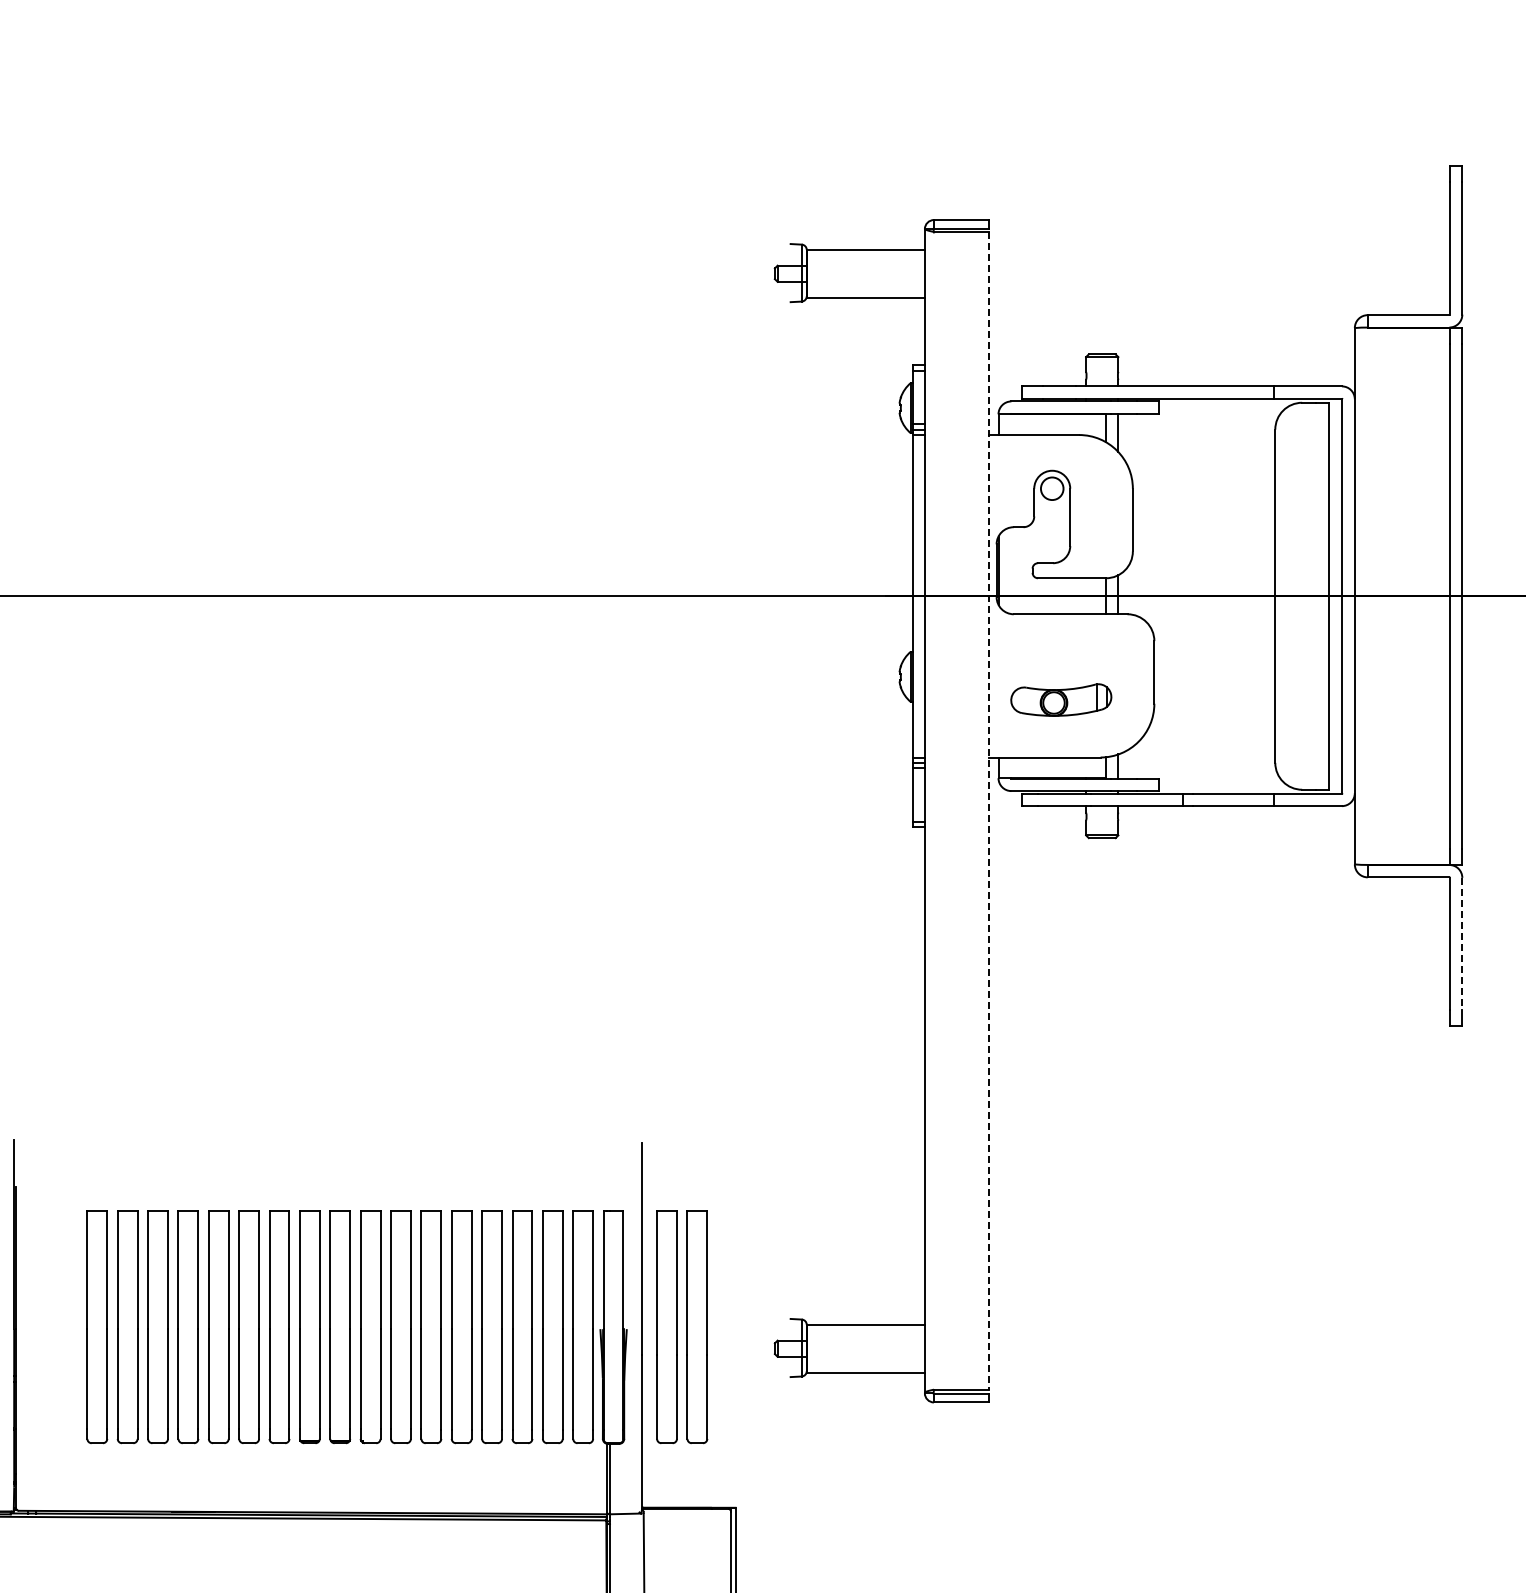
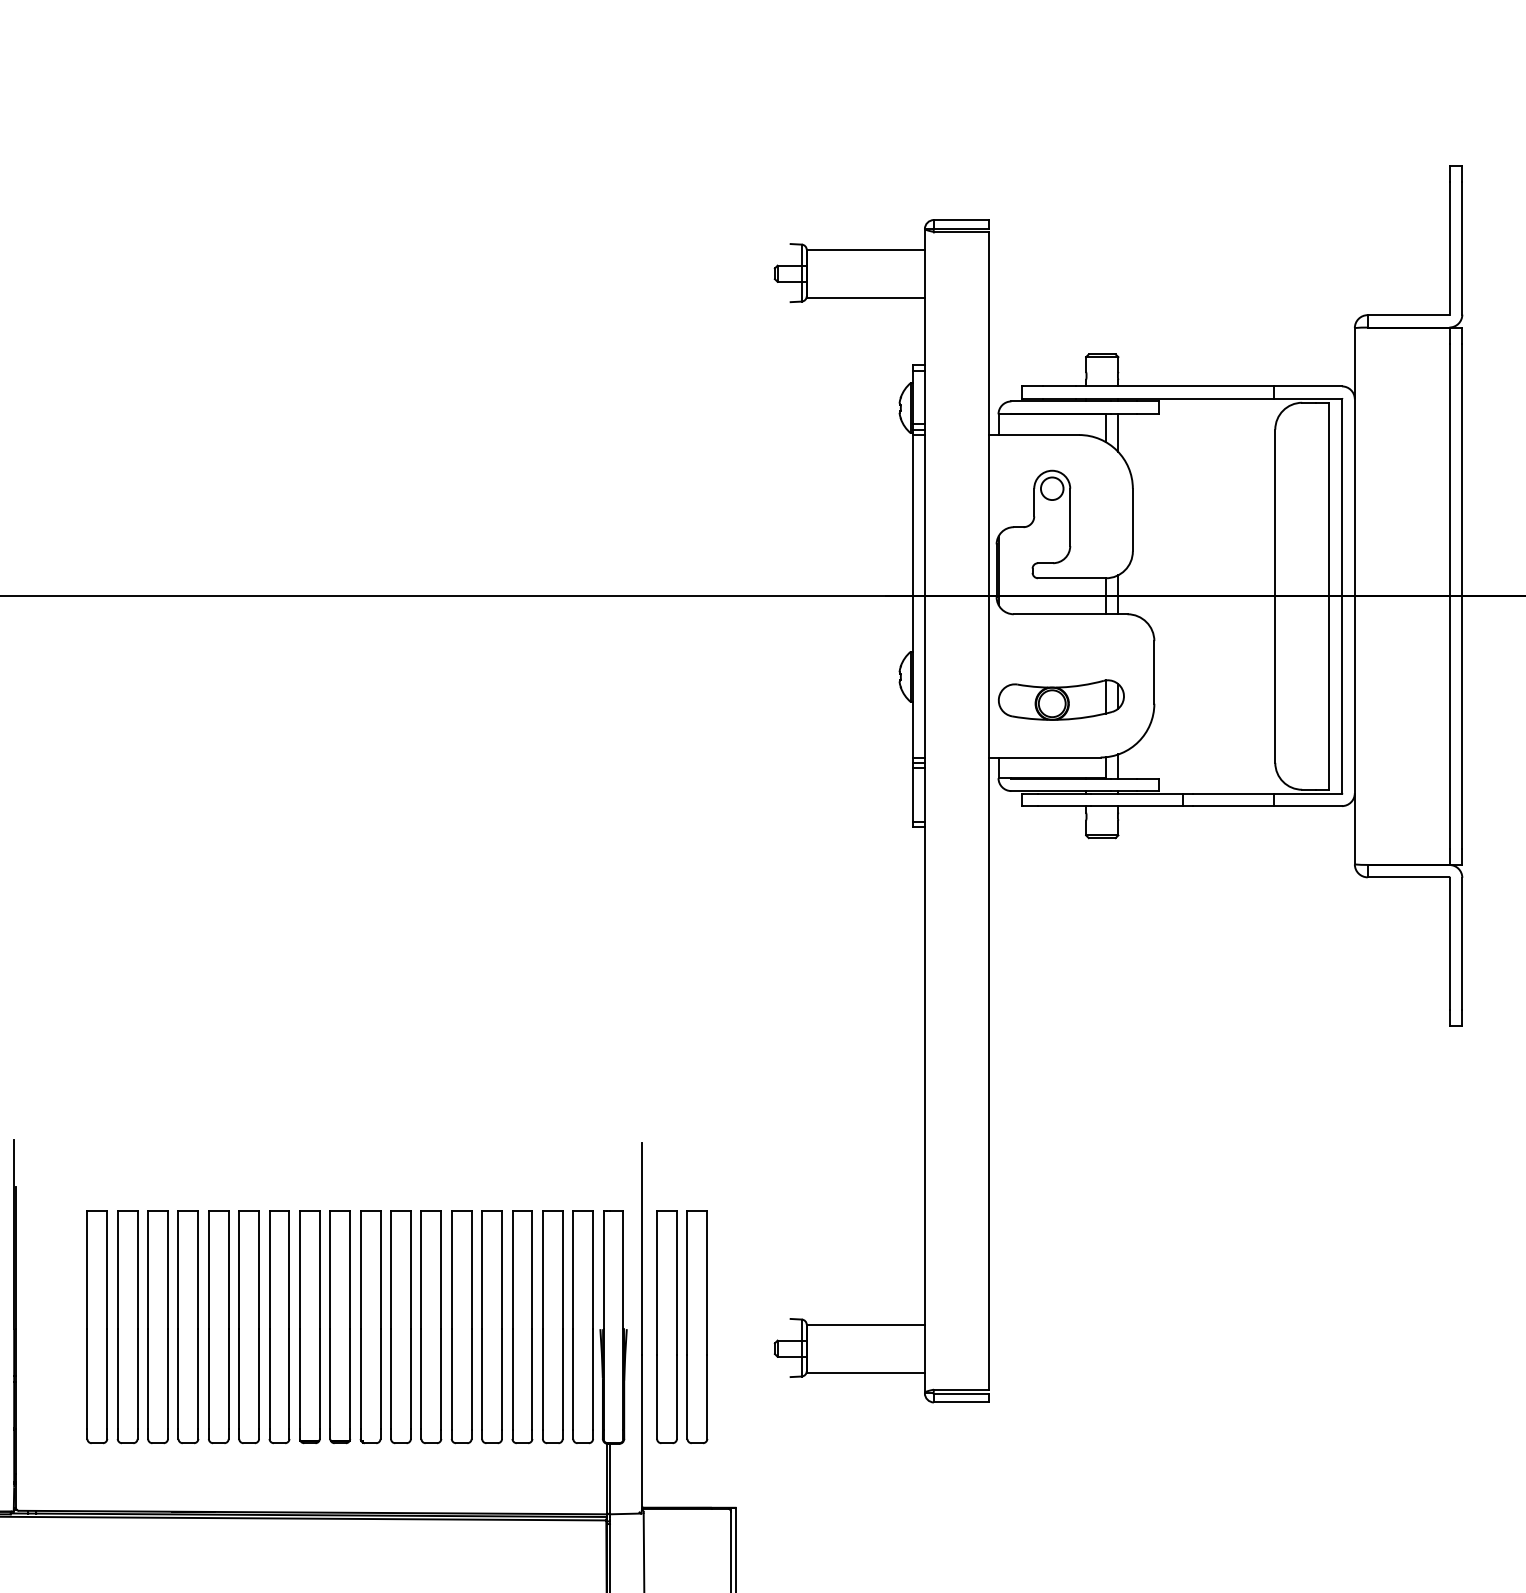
part at (1061, 699) size: 103x34 px -> 128x42 px
line at (989, 811): dashed -> solid
line at (1462, 944): dashed -> solid
